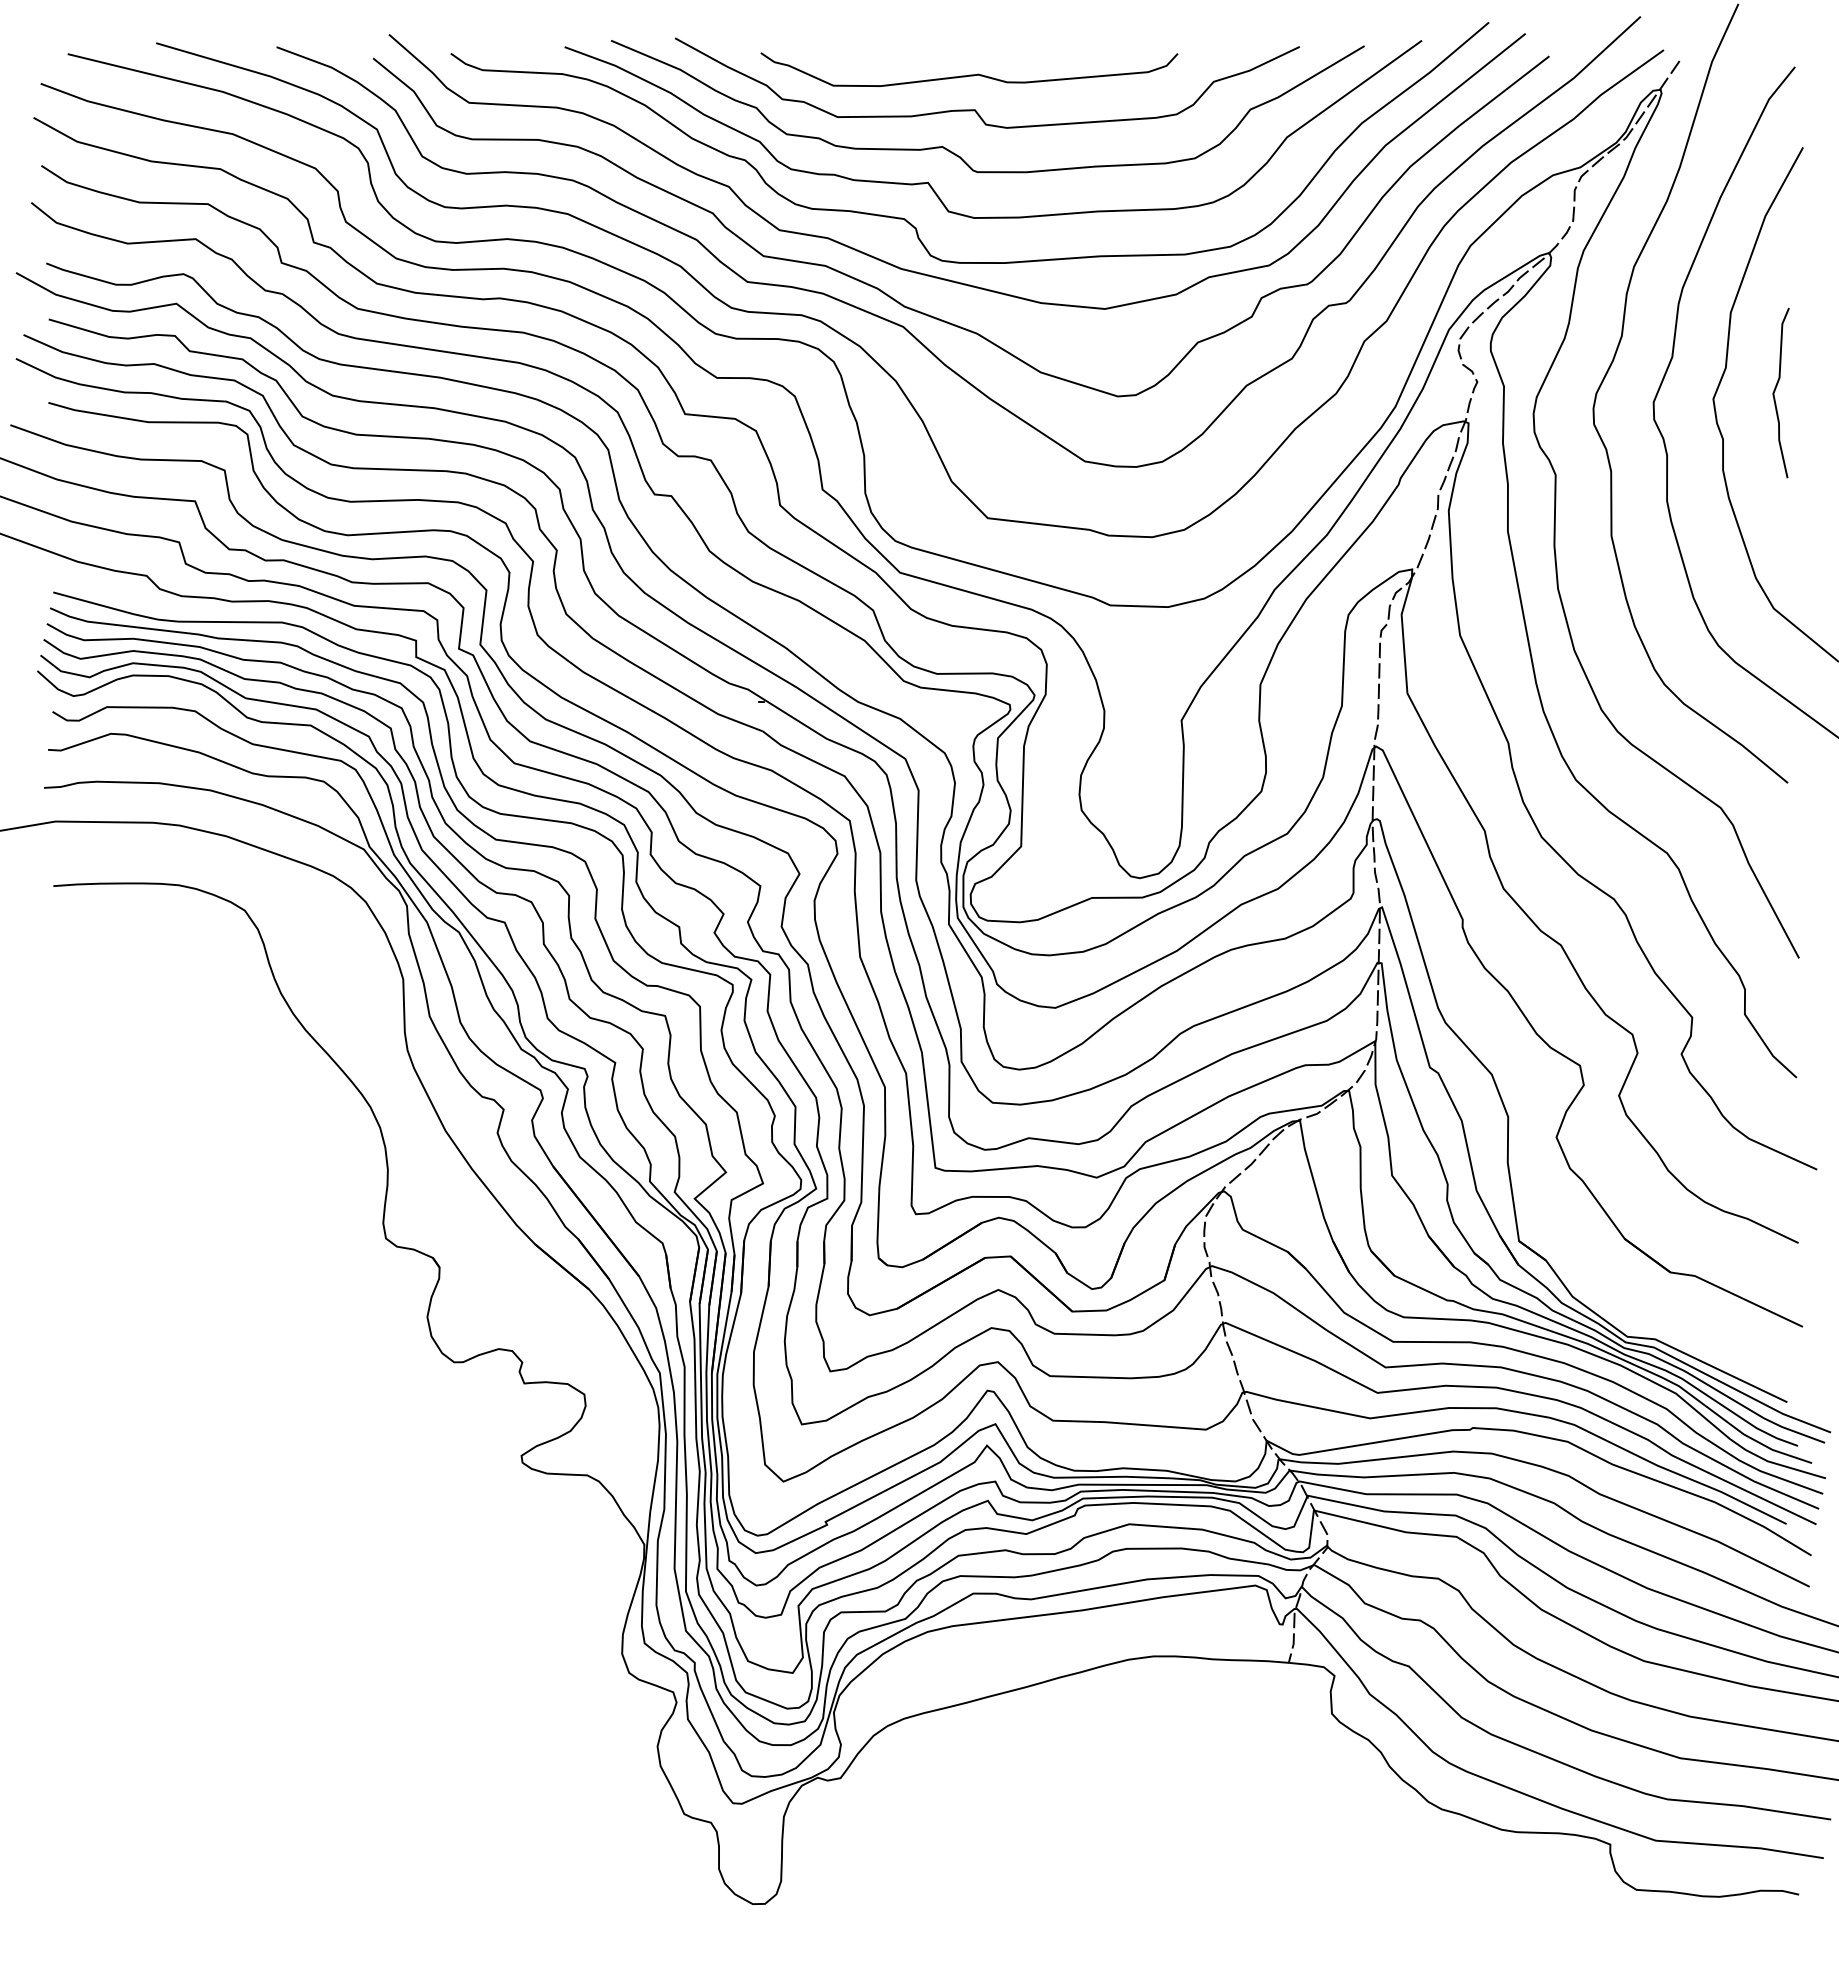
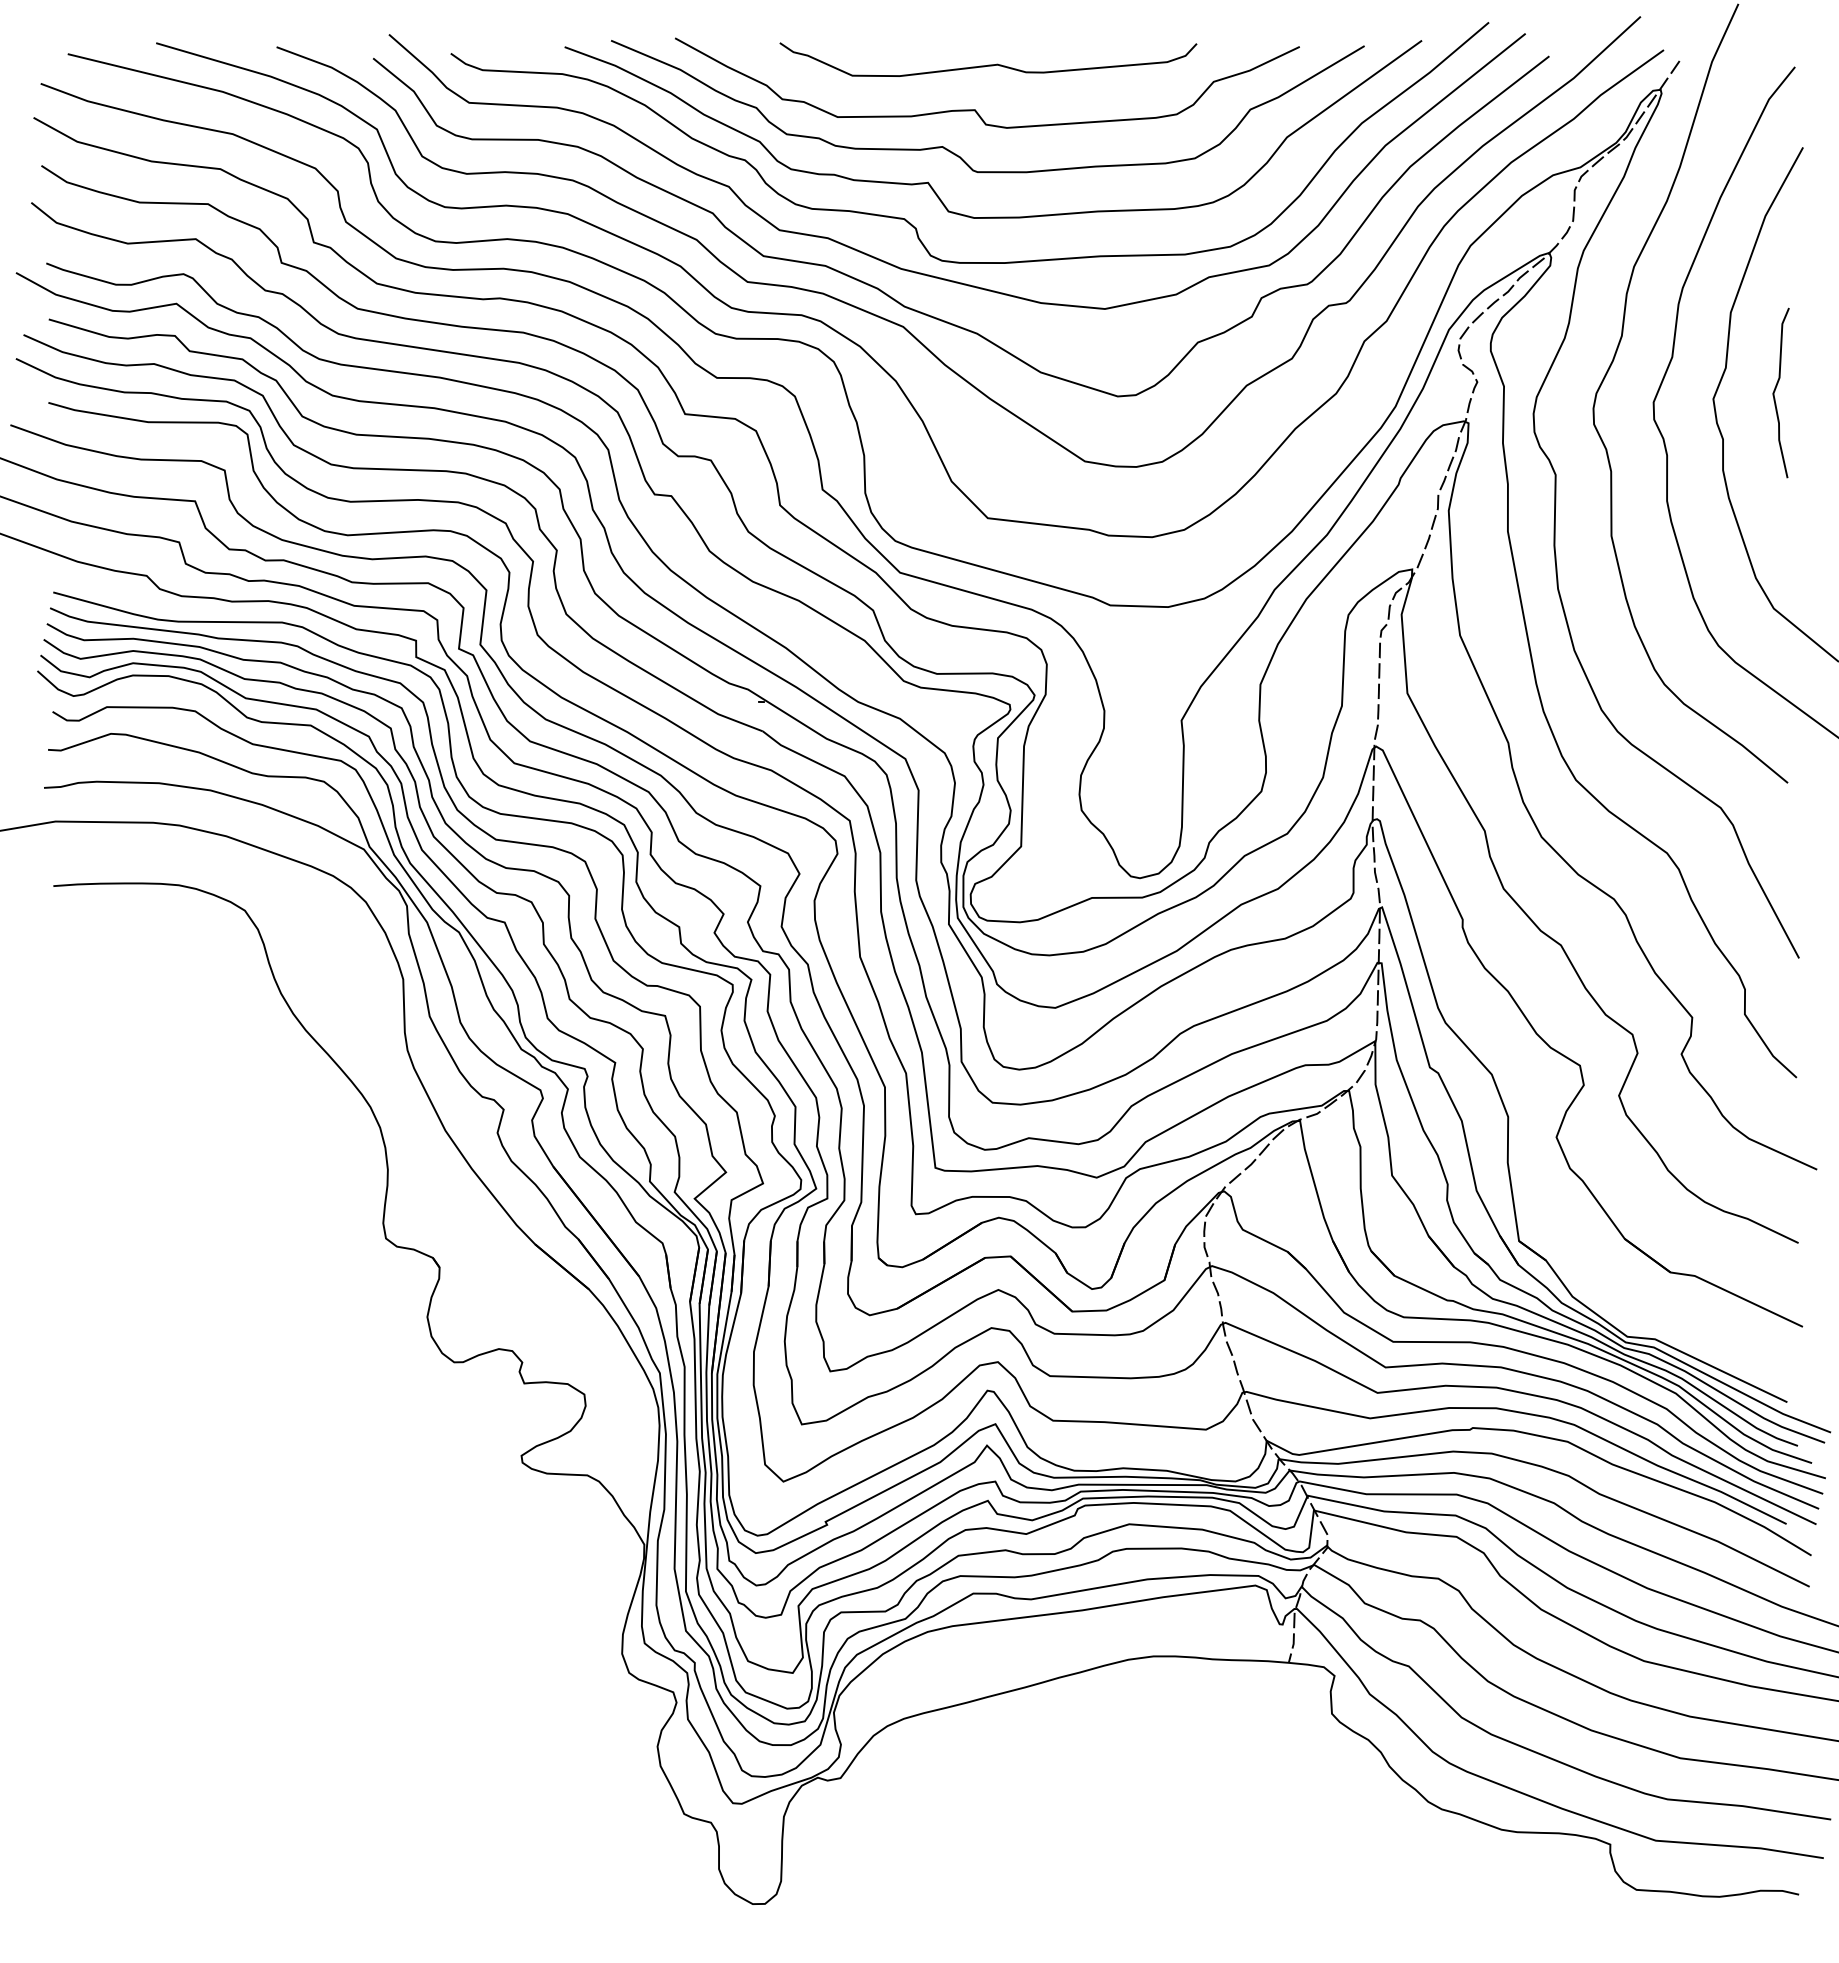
curve at (969, 74) position: (969, 74) -> (988, 64)
